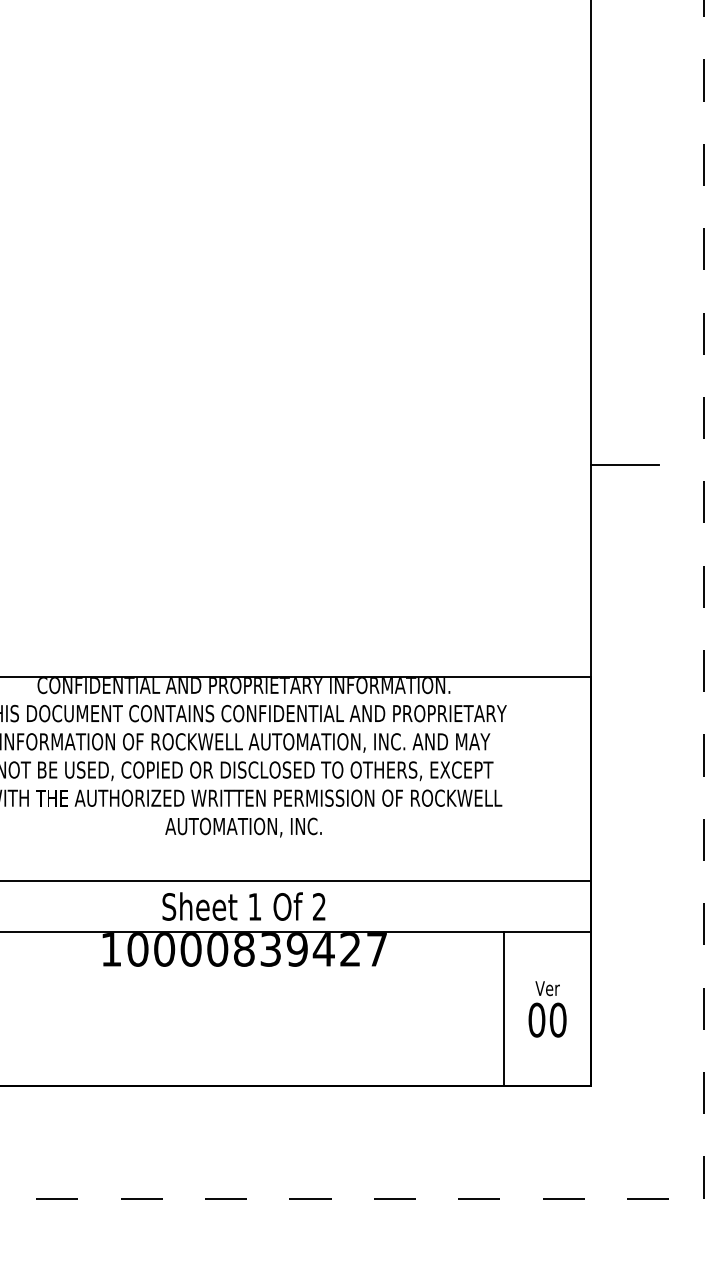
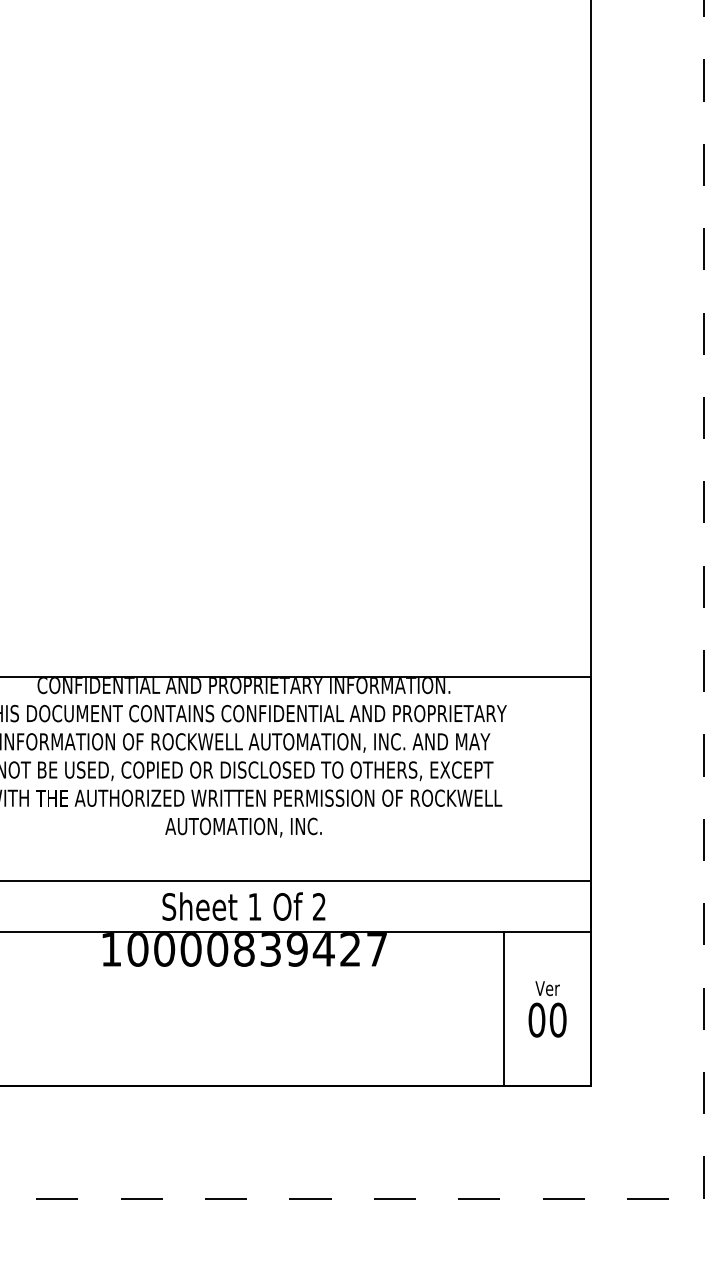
line at (624, 465): present -> none
